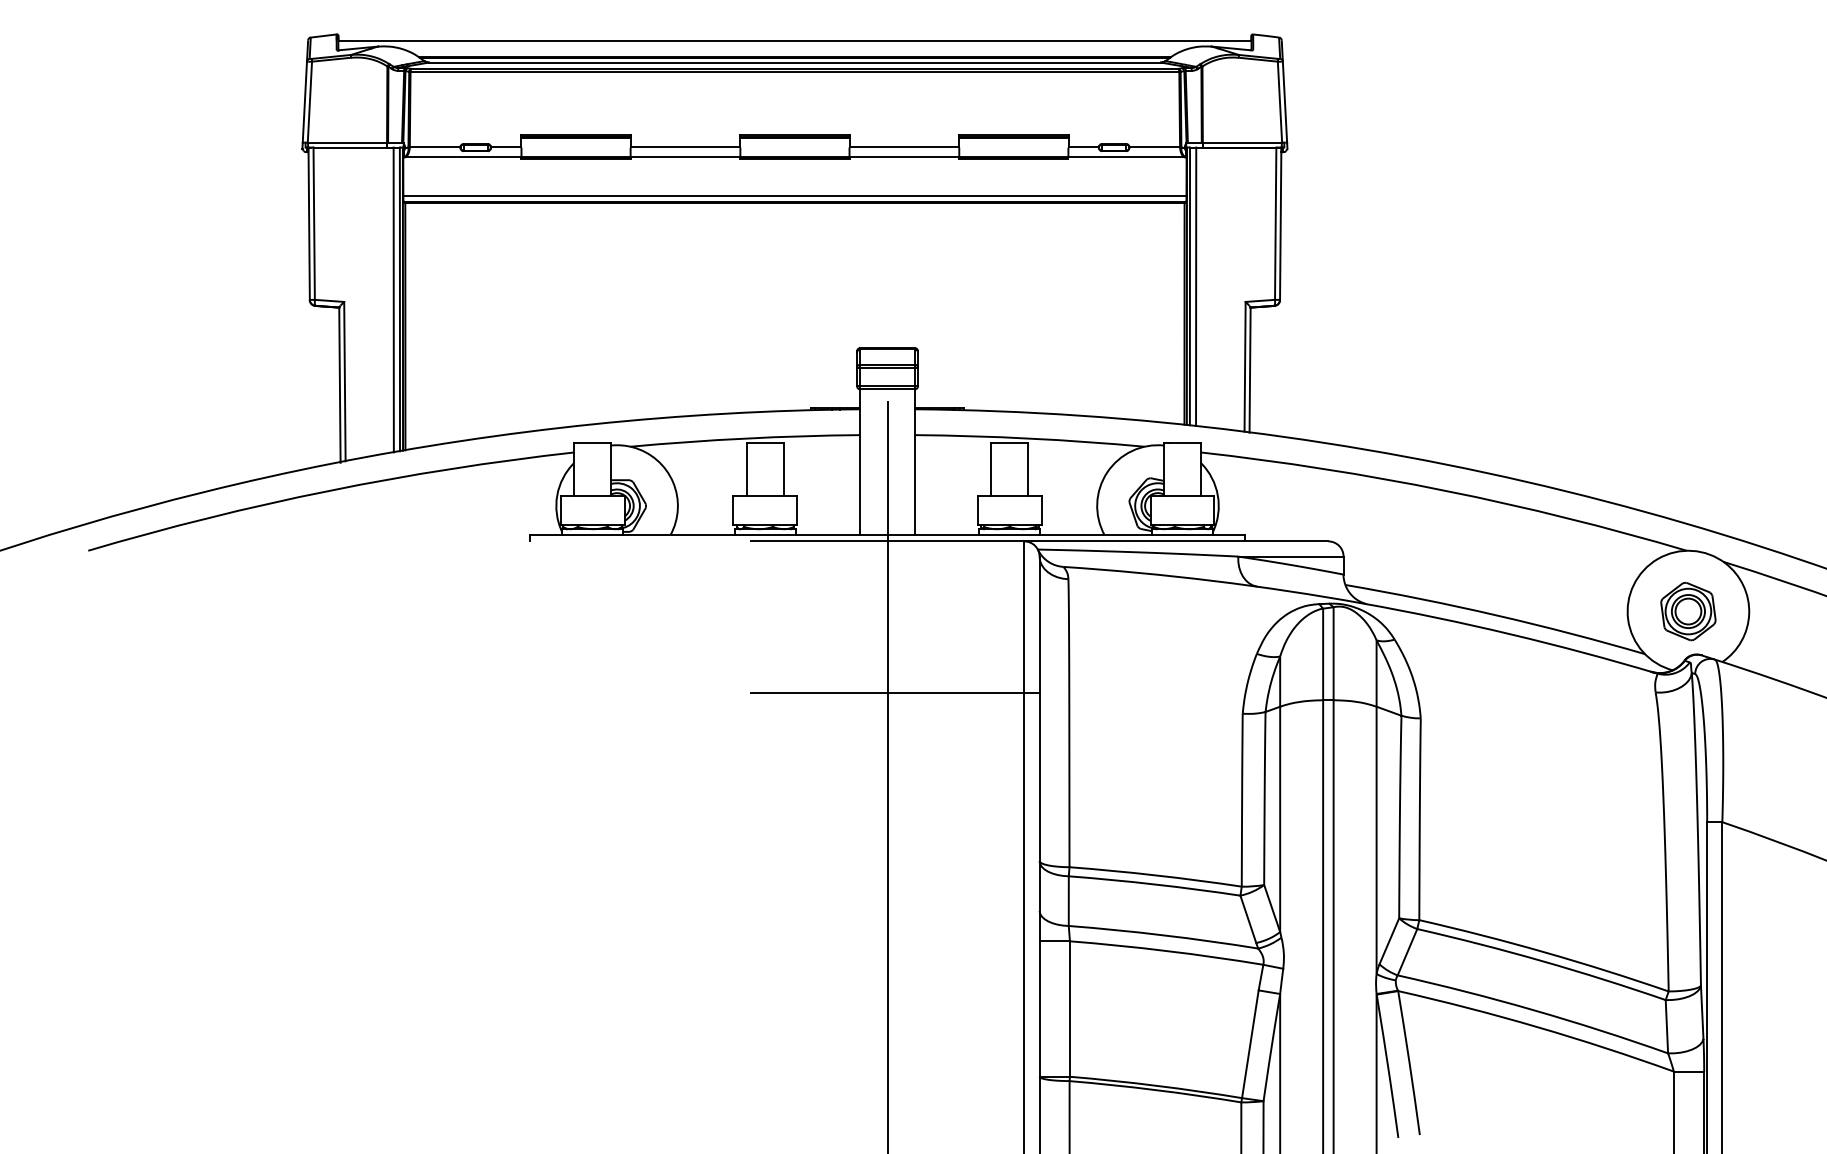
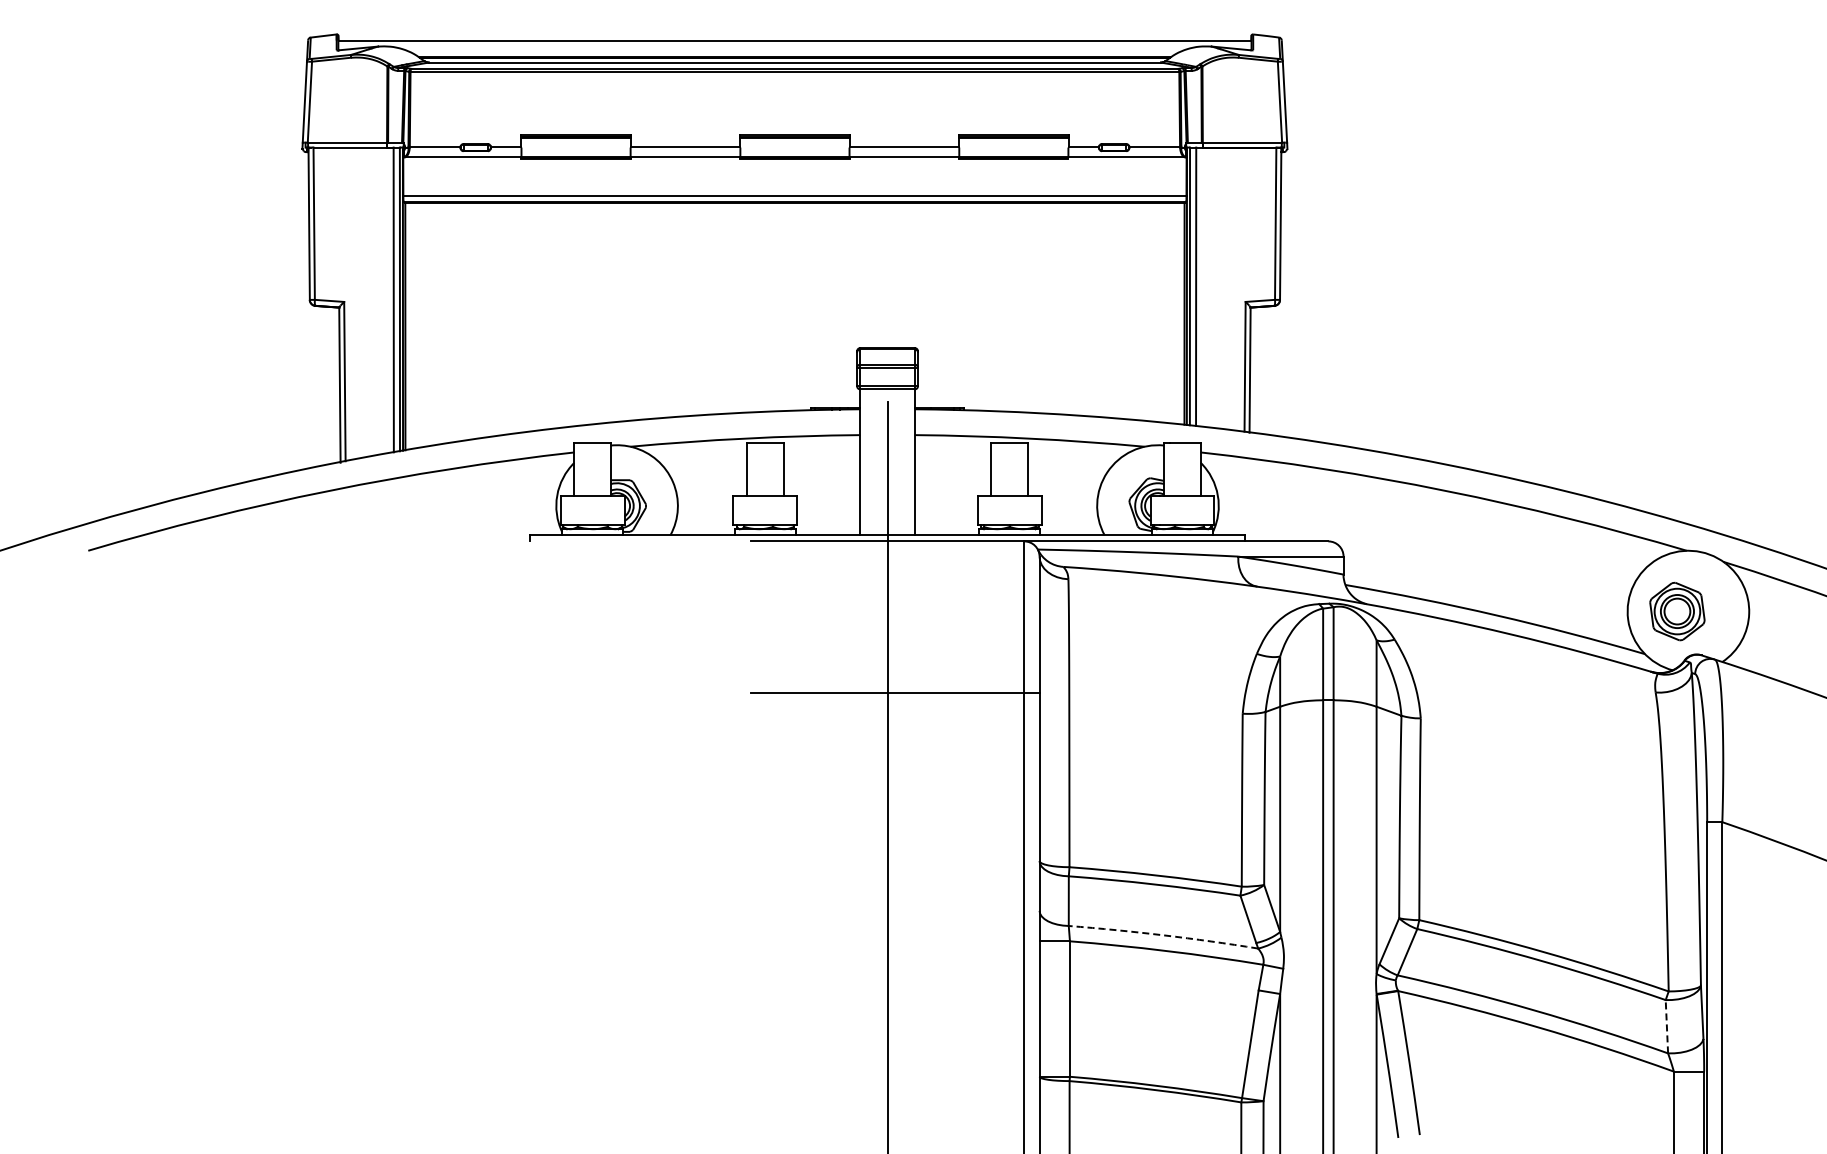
part at (1688, 611) position: (1688, 611) -> (1677, 611)
arc at (1163, 935): solid -> dashed
line at (1666, 1026): solid -> dashed
